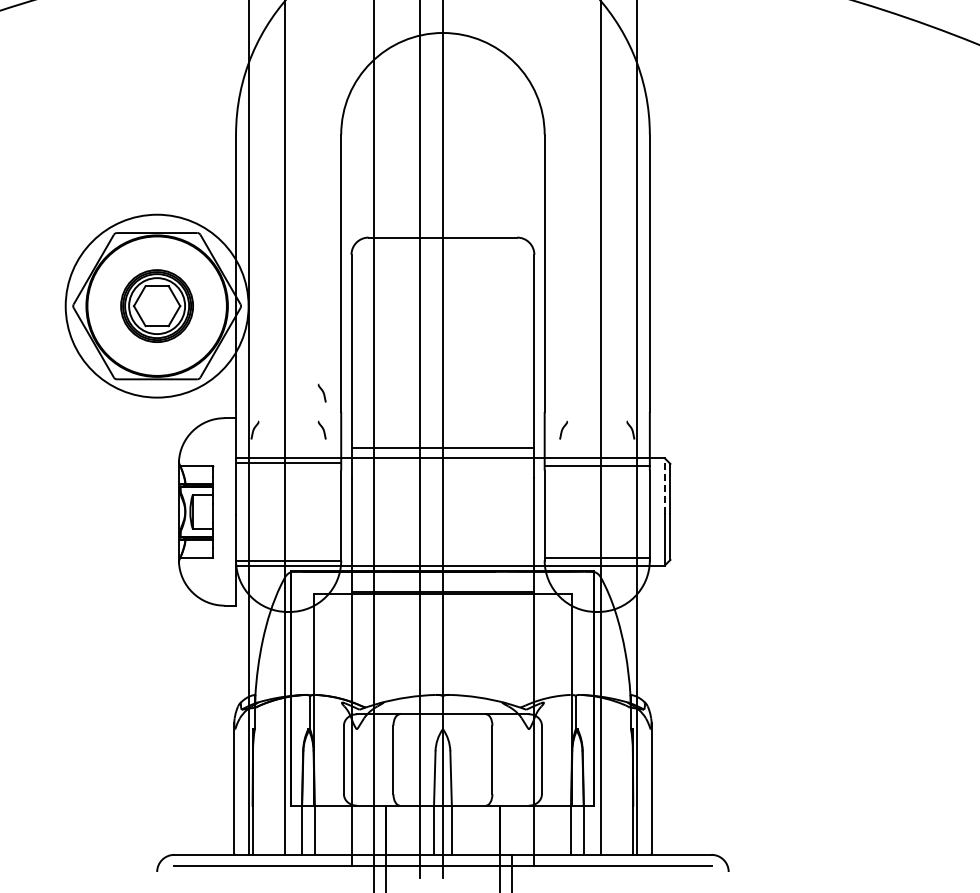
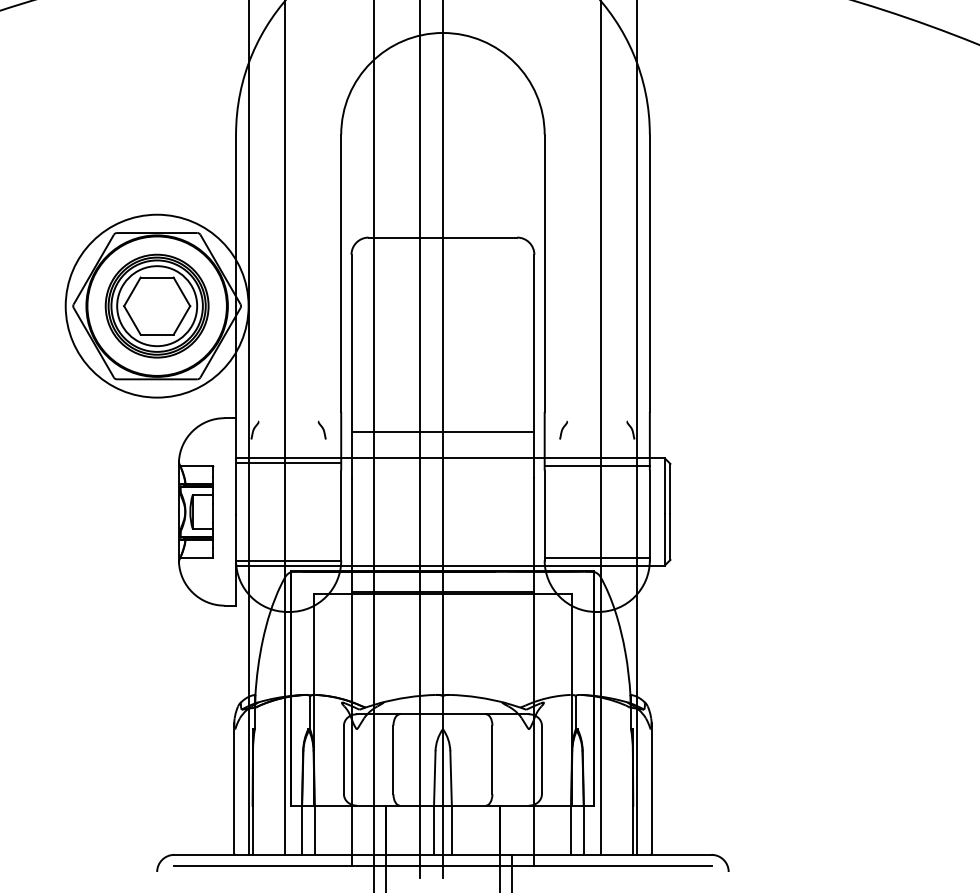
part at (156, 305) size: 74x74 px -> 106x106 px
curve at (321, 391): present -> none
line at (442, 447) position: (442, 447) -> (442, 431)
line at (664, 486): dashed -> solid
